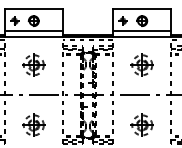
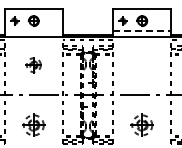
line at (33, 31): present -> none
line at (142, 31): solid -> dashed
part at (33, 64) size: 24x24 px -> 17x17 px
part at (141, 64): present -> none
